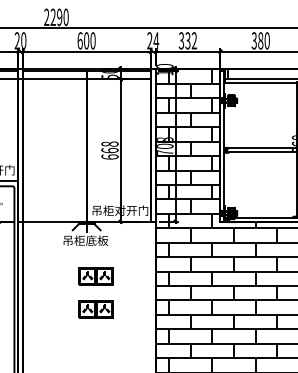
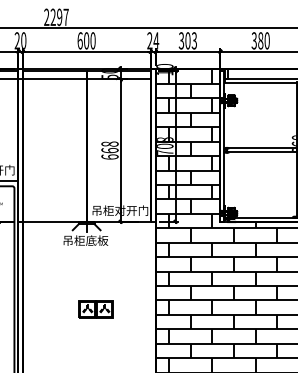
text at (65, 17): 2290 -> 2297
text at (191, 40): 332 -> 303
part at (95, 276): present -> none
